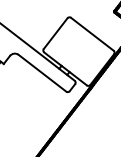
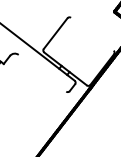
line at (92, 33): present -> none
line at (42, 72): present -> none
